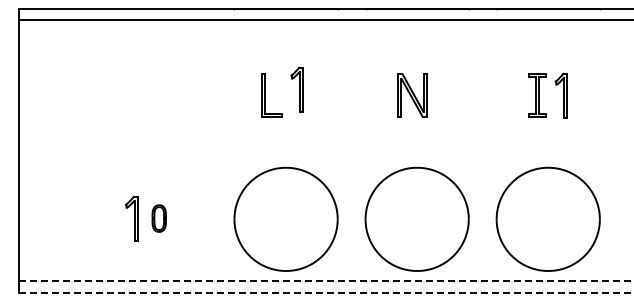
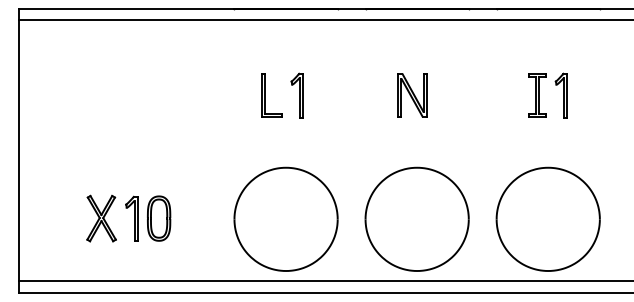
part at (296, 89) position: (296, 89) -> (296, 95)
part at (101, 218): none -> present
part at (158, 218) size: 16x29 px -> 25x47 px
line at (326, 281): dashed -> solid
line at (326, 292): dashed -> solid
